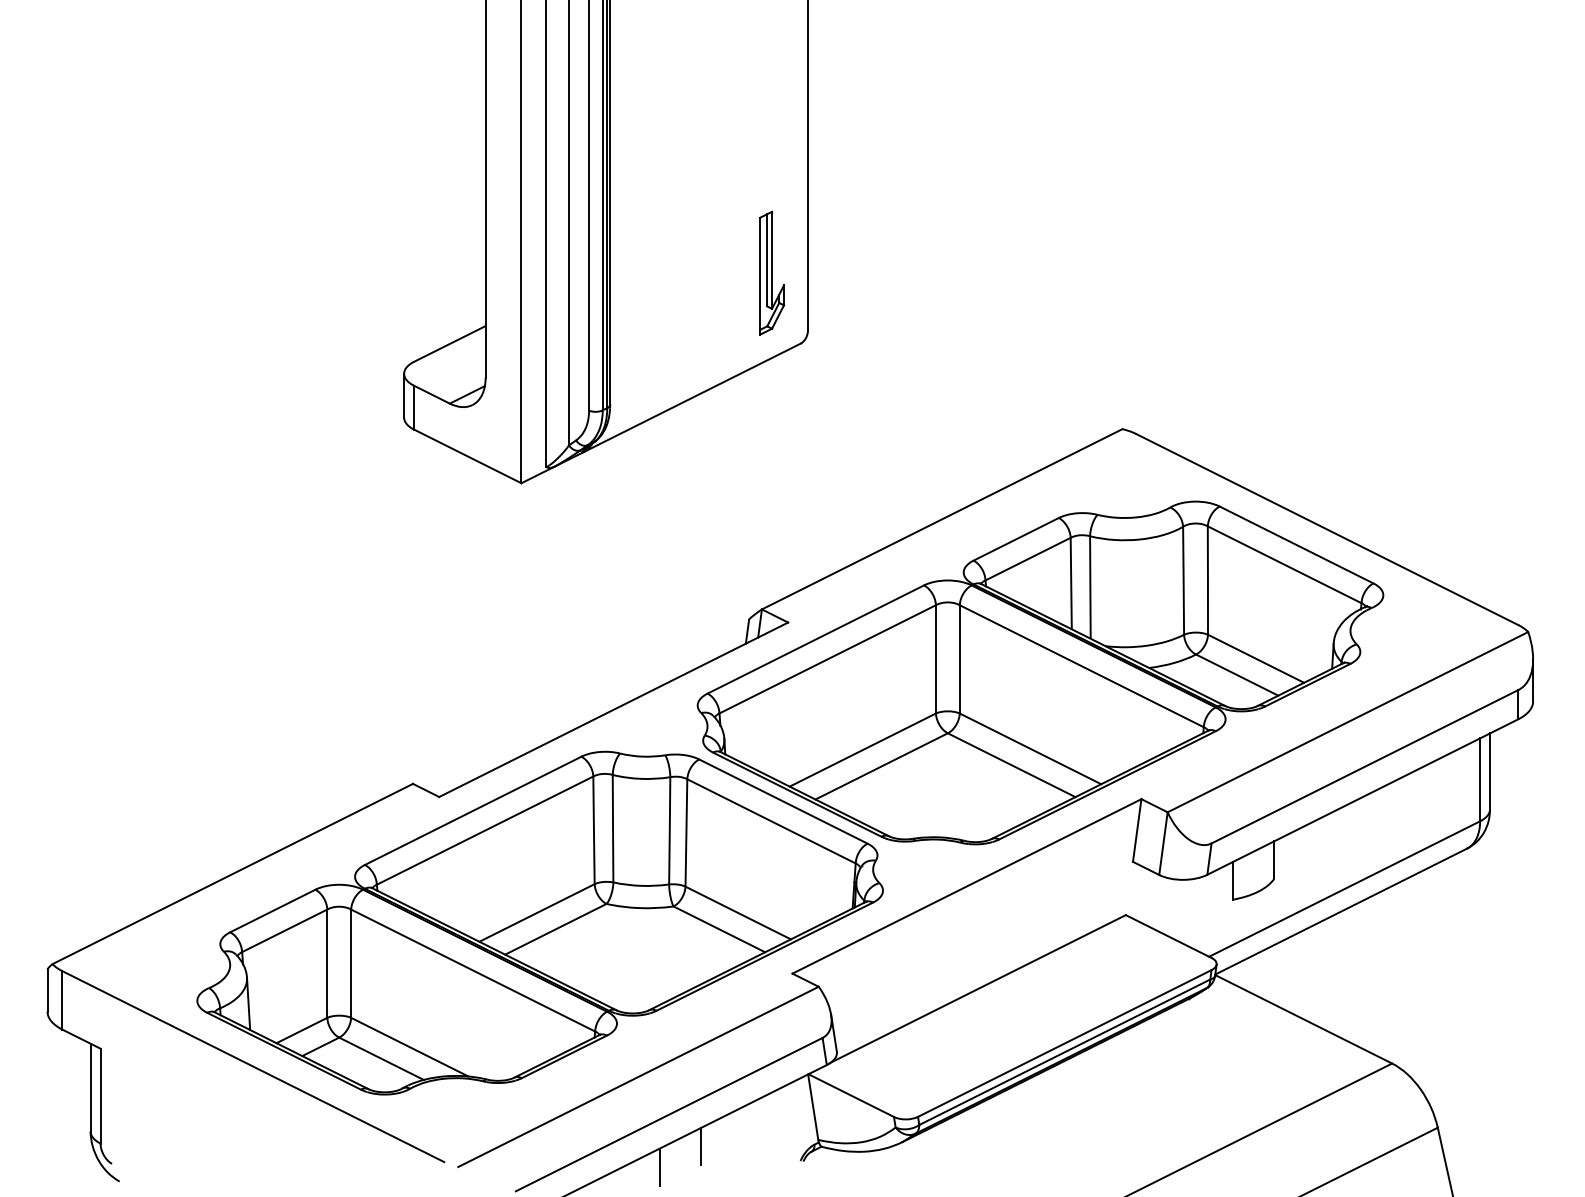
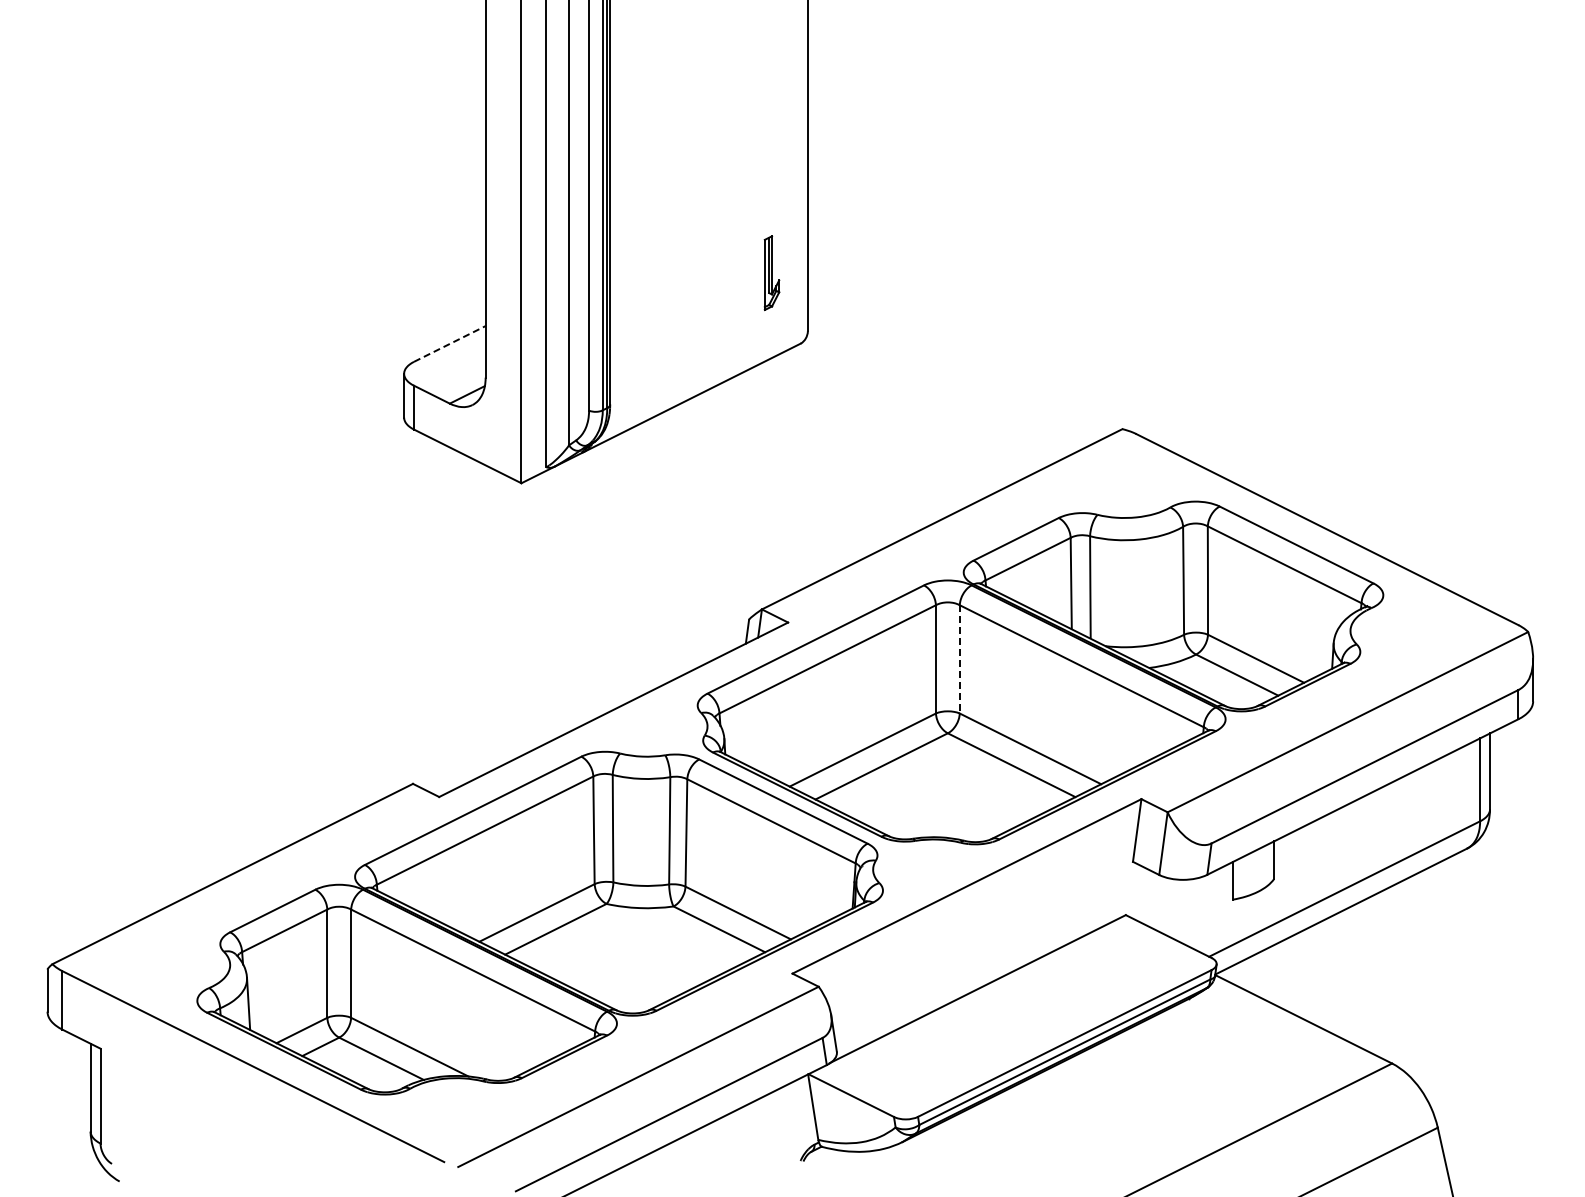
part at (771, 272) size: 26x126 px -> 18x77 px
line at (450, 343): solid -> dashed
line at (959, 659): solid -> dashed
line at (701, 1146): present -> none
line at (659, 1167): present -> none
